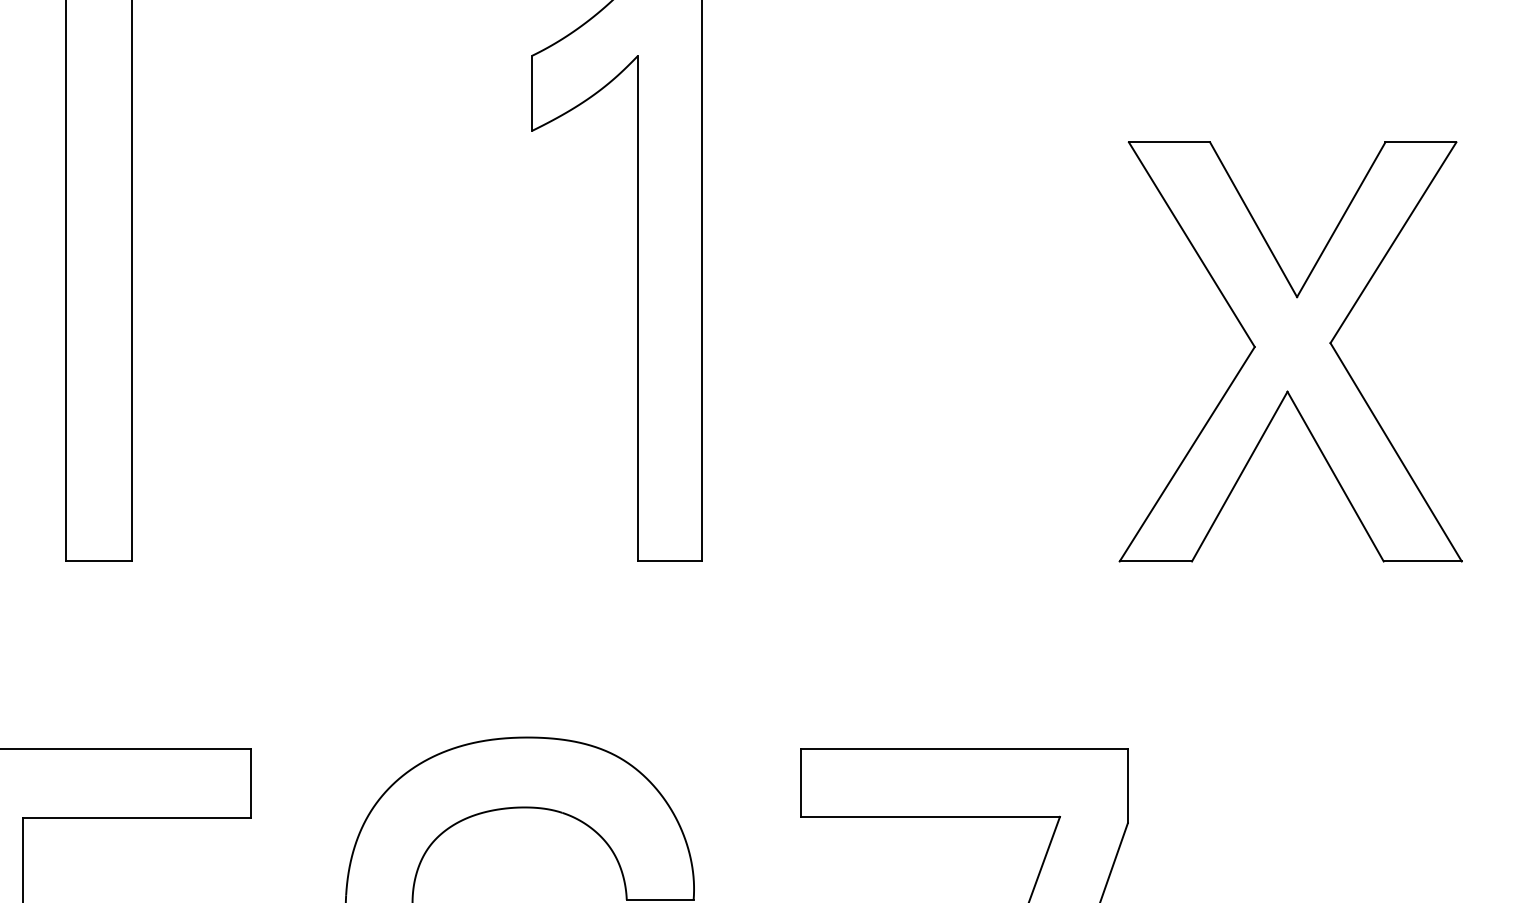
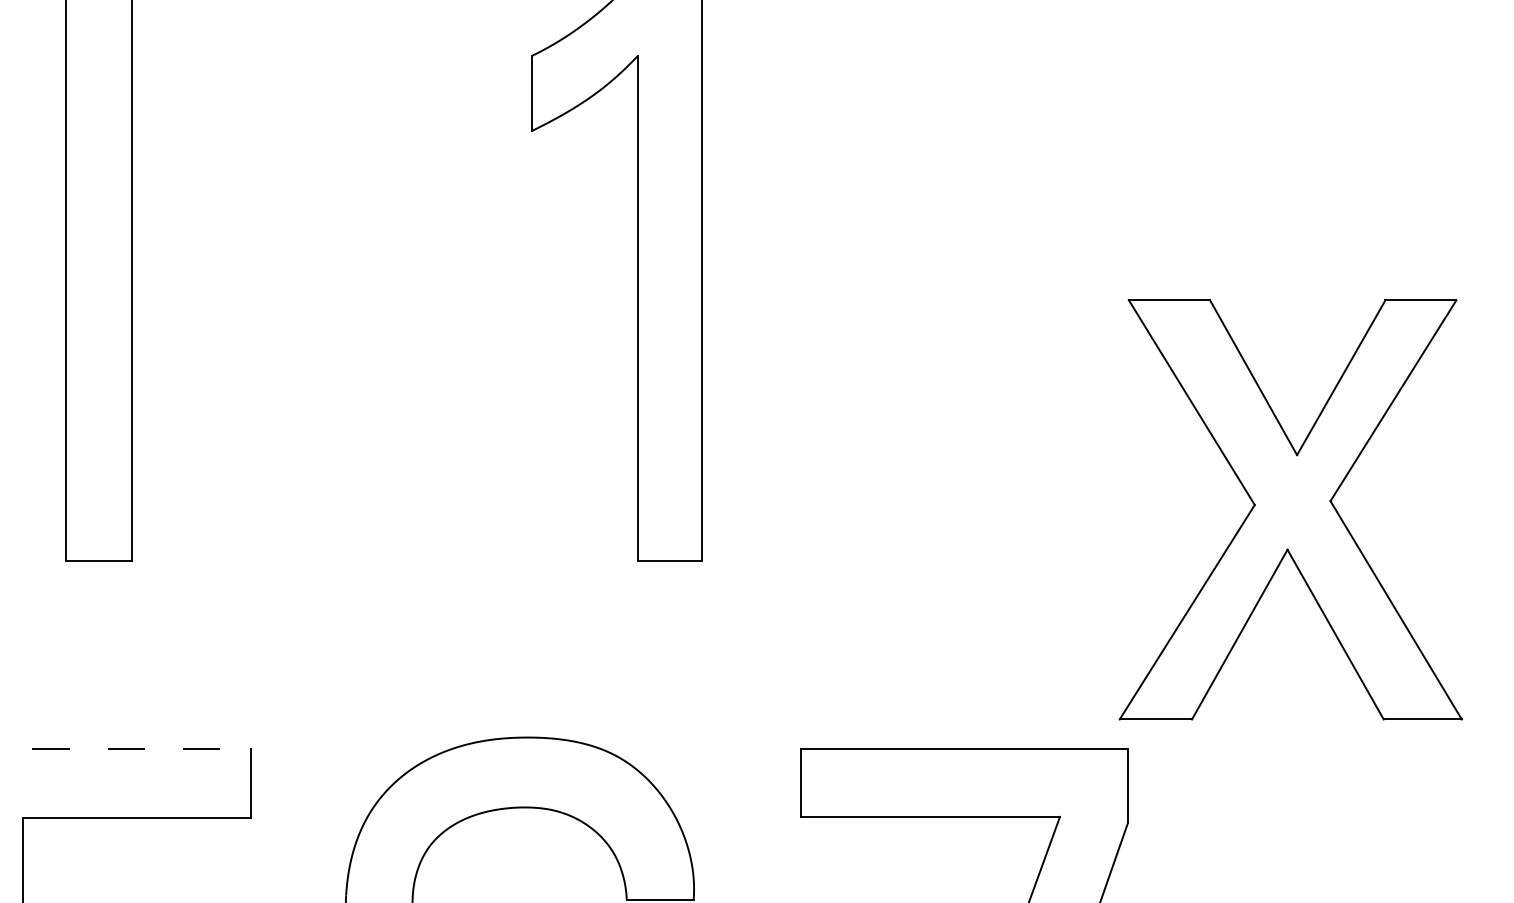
part at (1290, 351) position: (1290, 351) -> (1290, 509)
line at (125, 749): solid -> dashed
